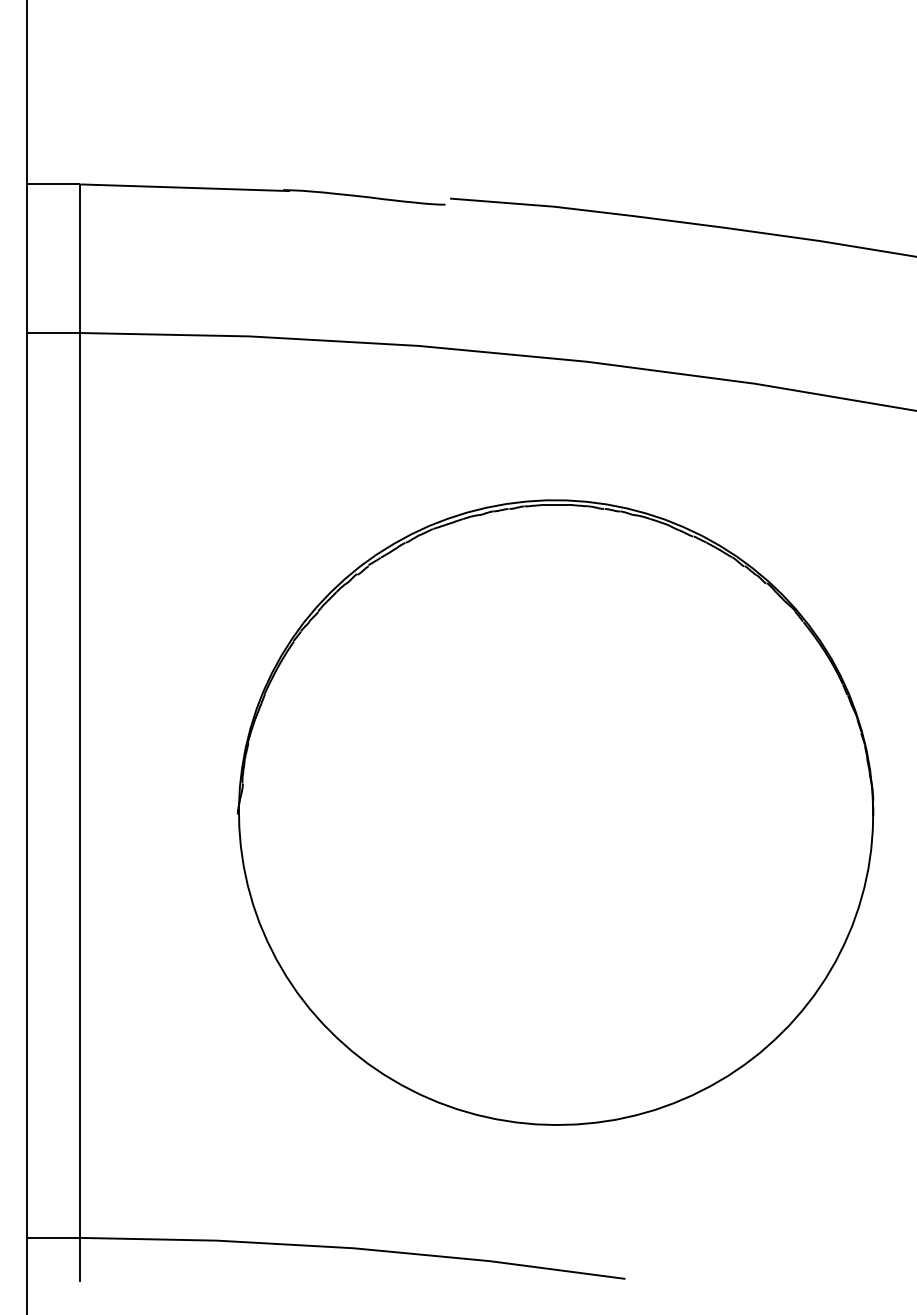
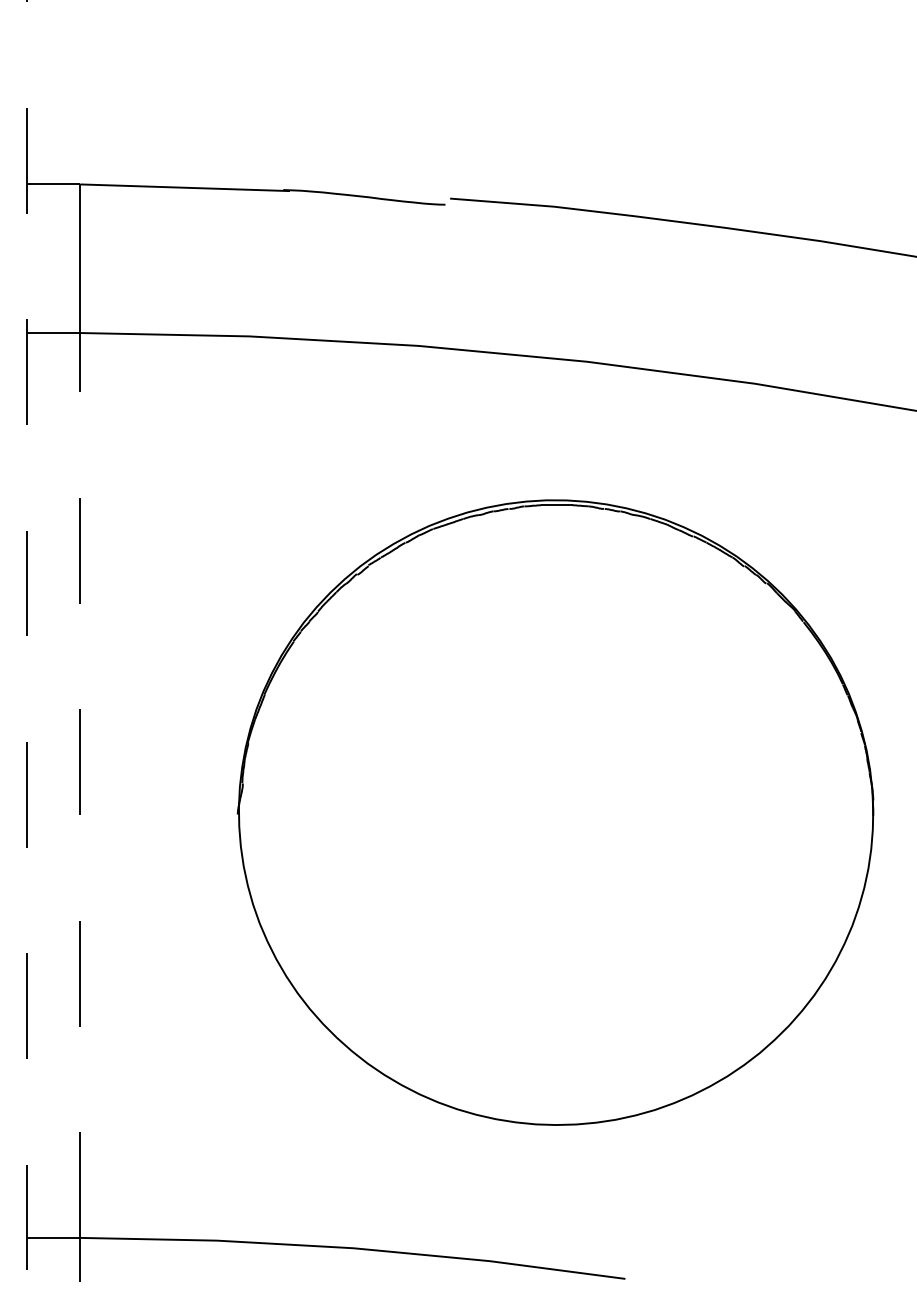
line at (27, 657): solid -> dashed
line at (80, 784): solid -> dashed
